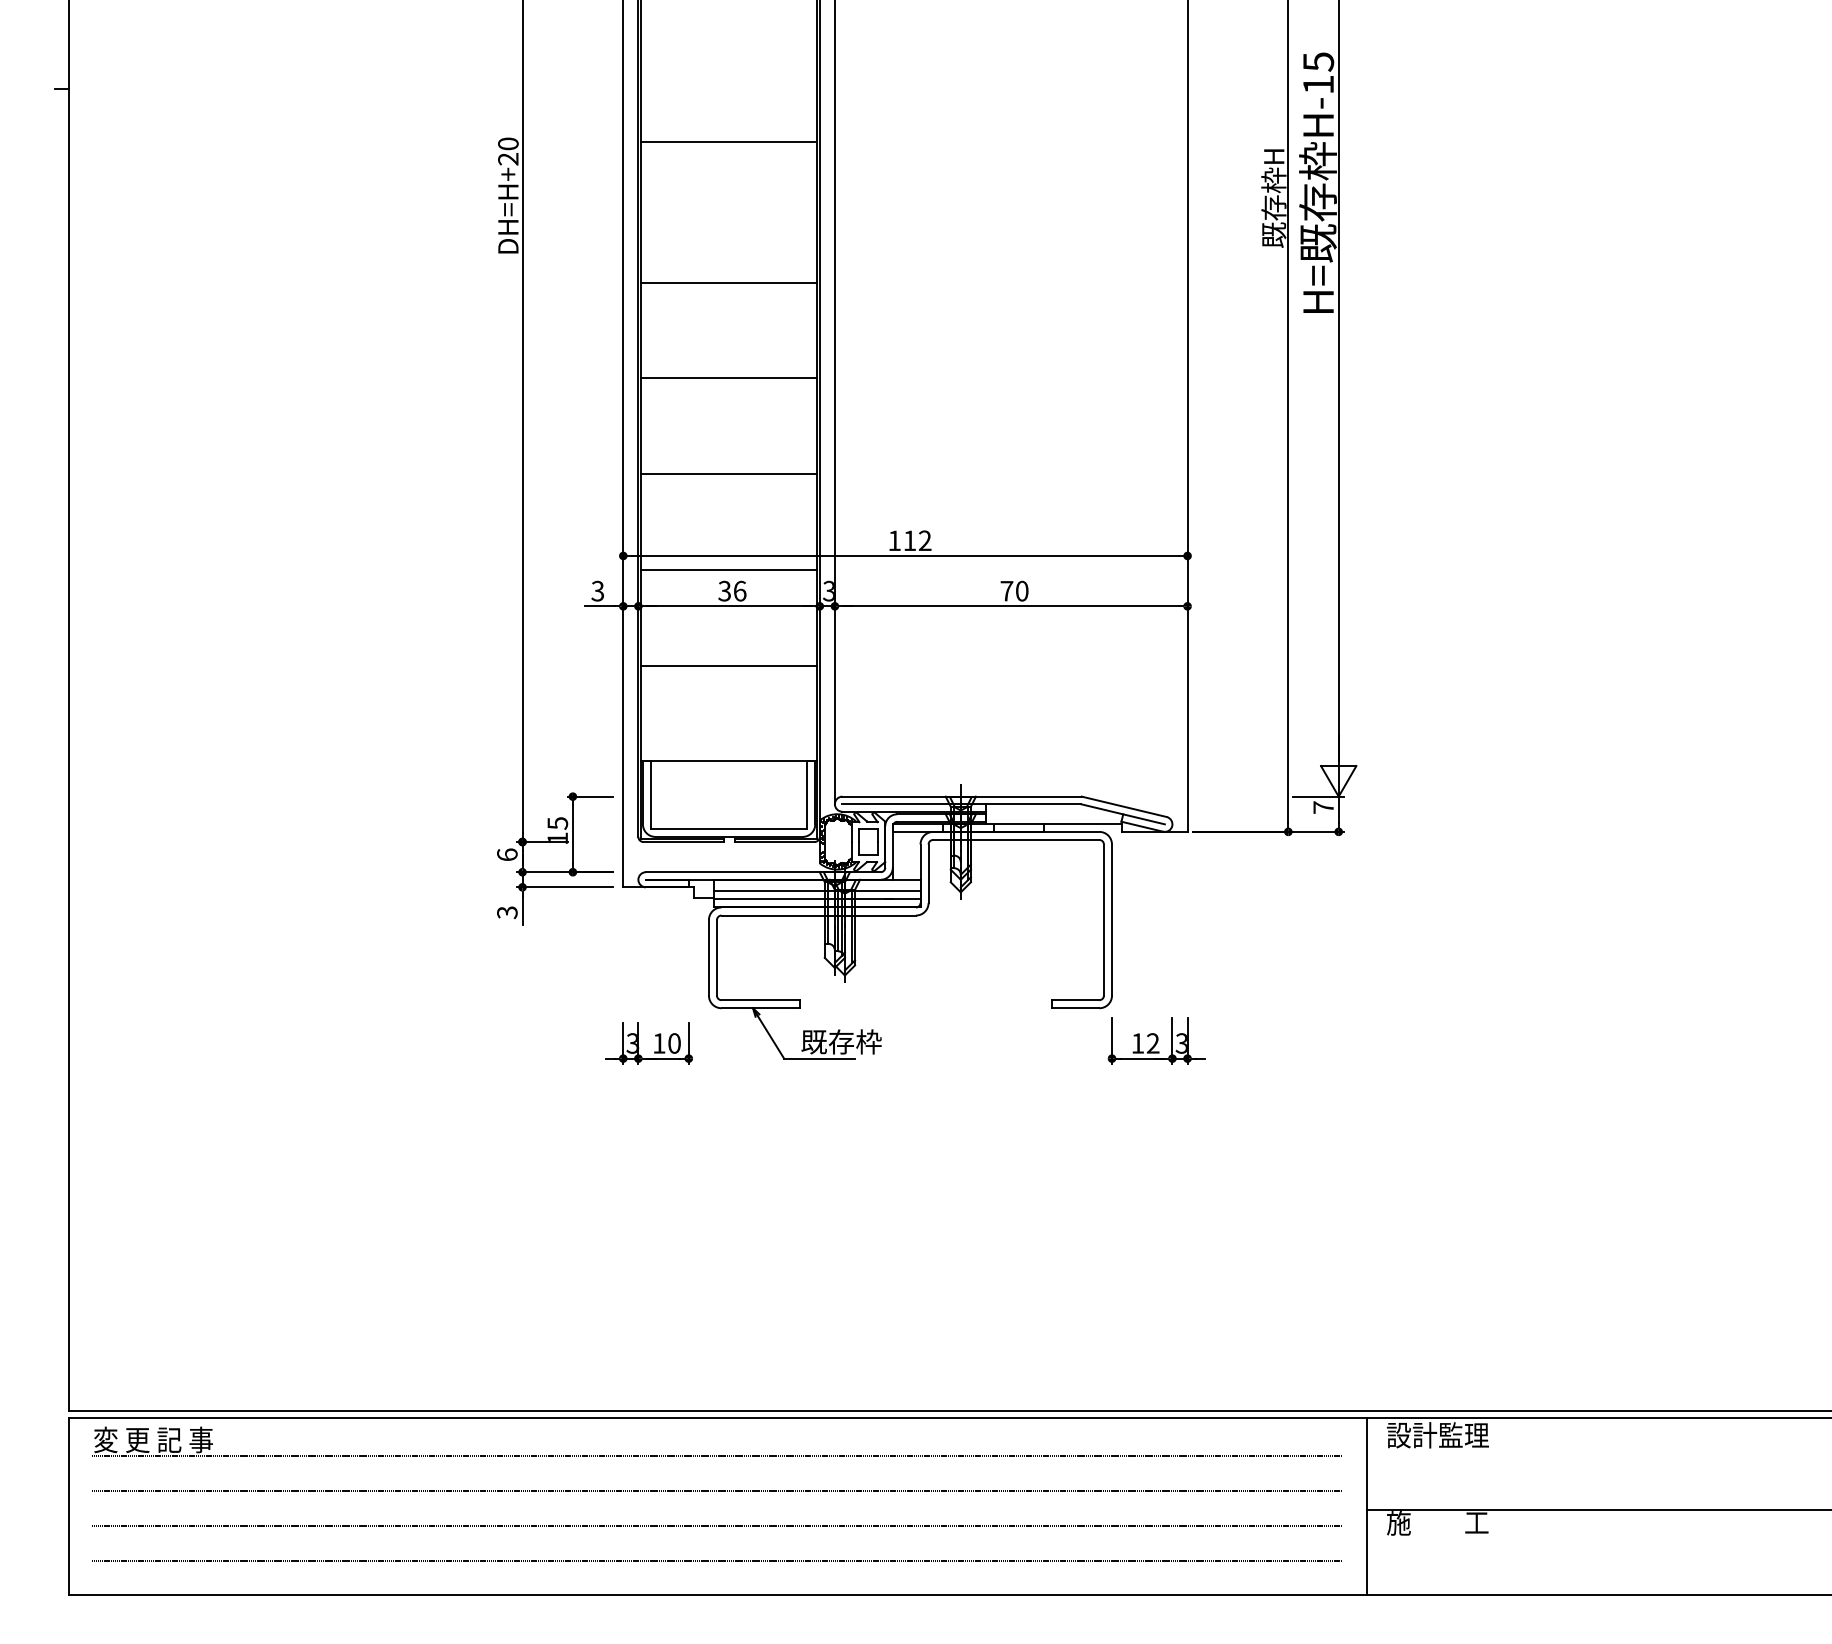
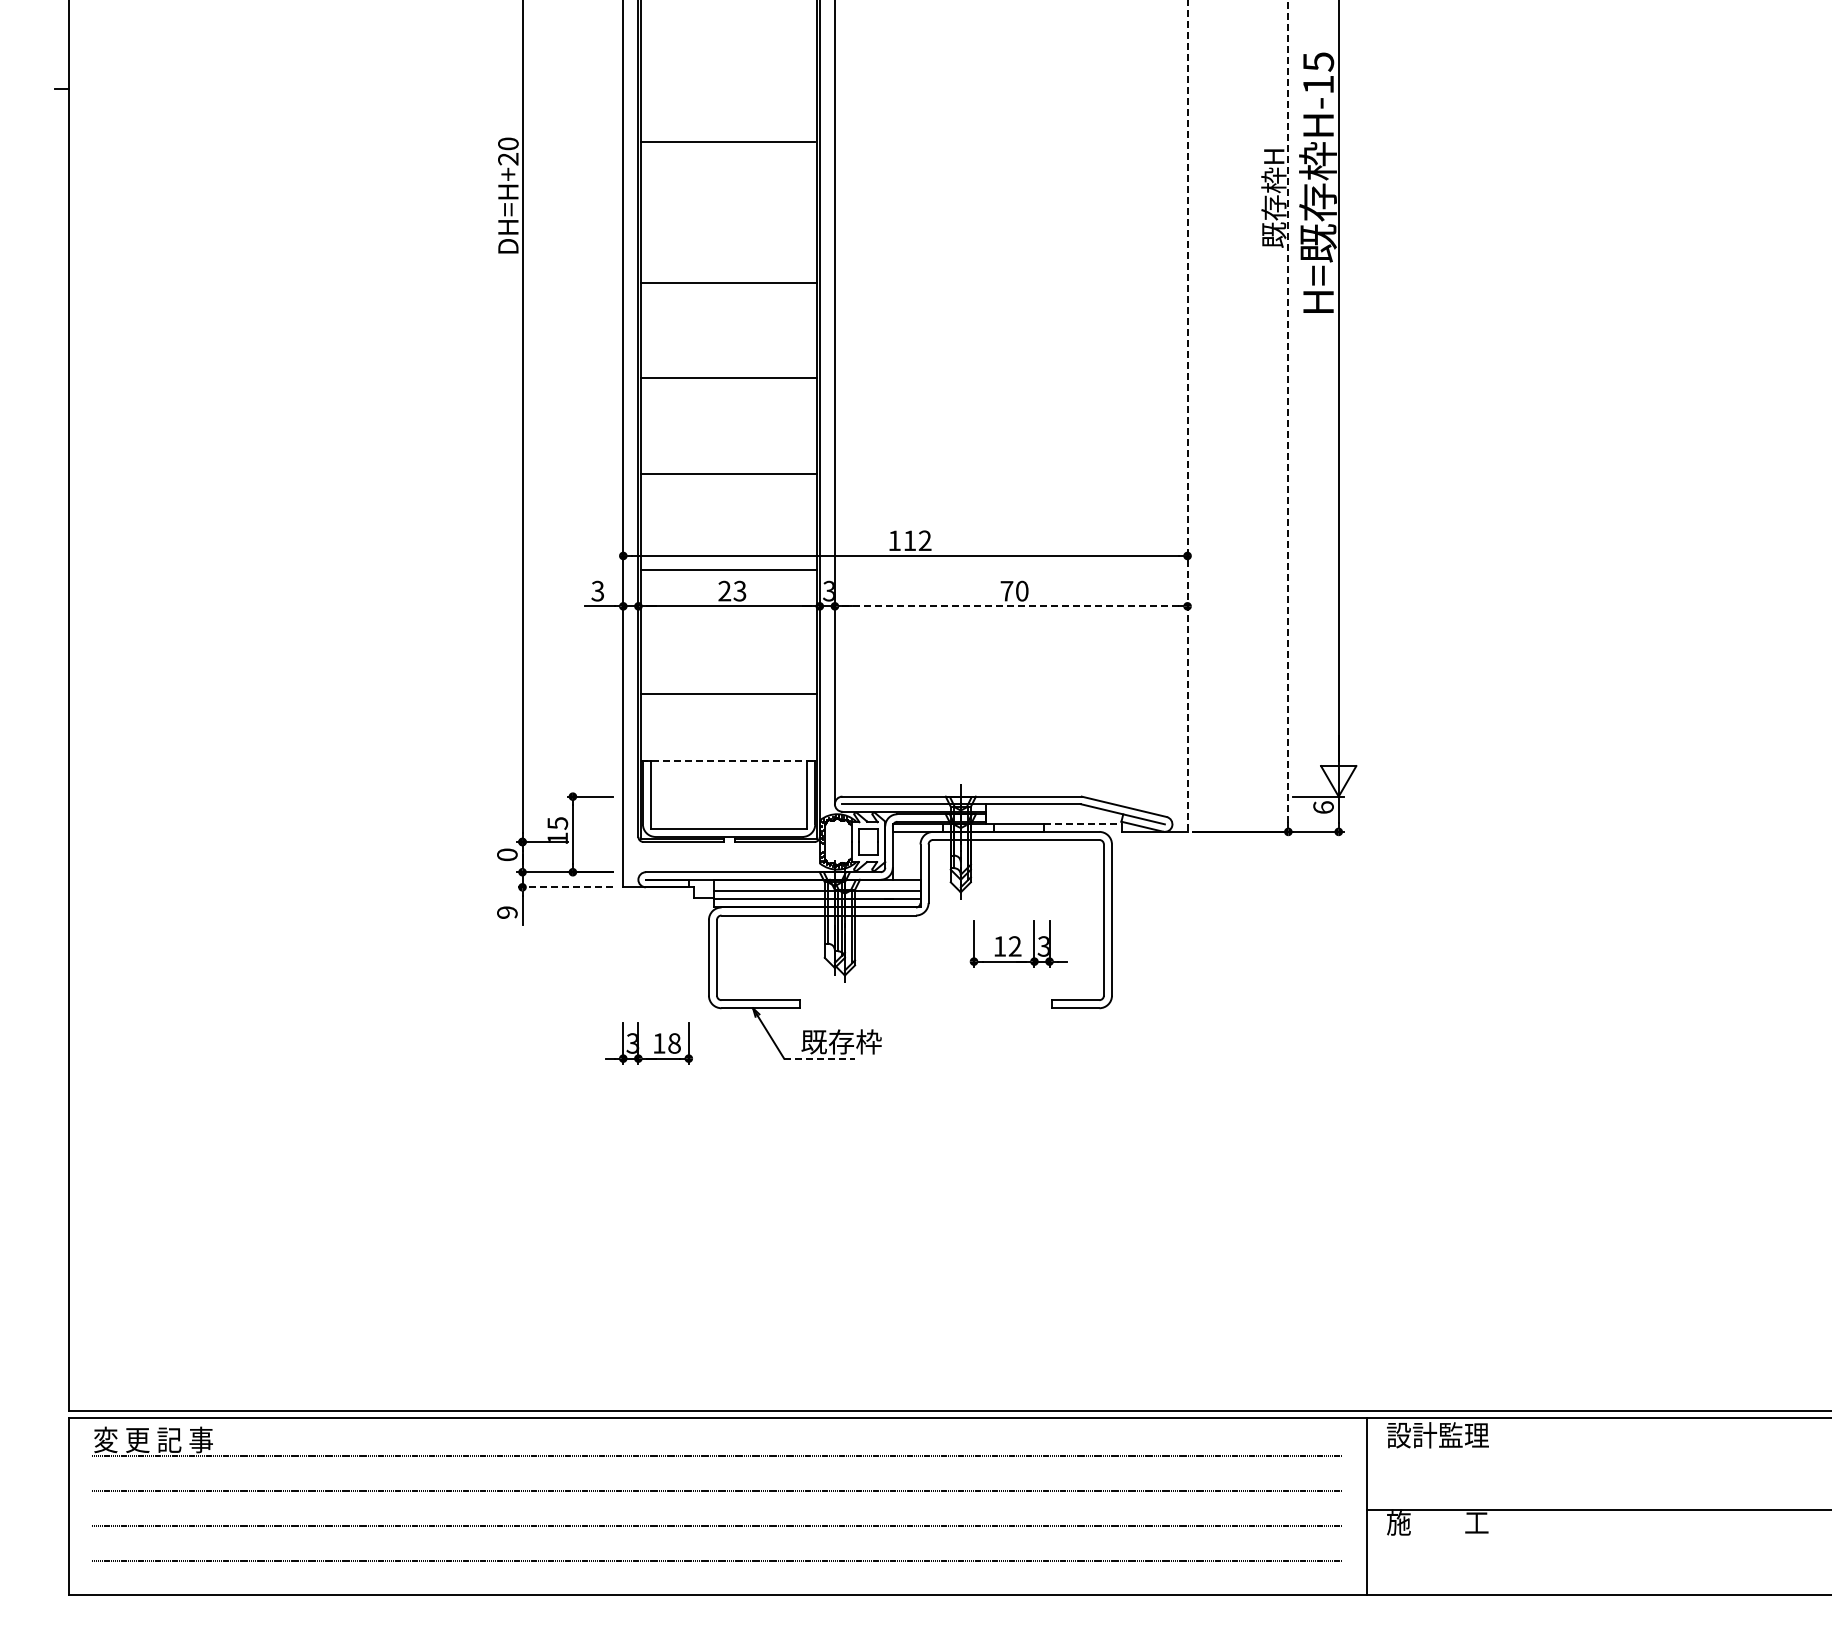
line at (1288, 411): solid -> dashed
line at (1187, 416): solid -> dashed
text at (732, 590): 36 -> 23
line at (1011, 606): solid -> dashed
line at (728, 665) position: (728, 665) -> (728, 693)
line at (729, 761): solid -> dashed
text at (1323, 807): 7 -> 6
line at (1083, 824): solid -> dashed
text at (507, 854): 6 -> 0
line at (565, 887): solid -> dashed
text at (507, 912): 3 -> 9
part at (1156, 1040) position: (1156, 1040) -> (1018, 943)
text at (674, 1043): 10 -> 18
line at (819, 1058): solid -> dashed
